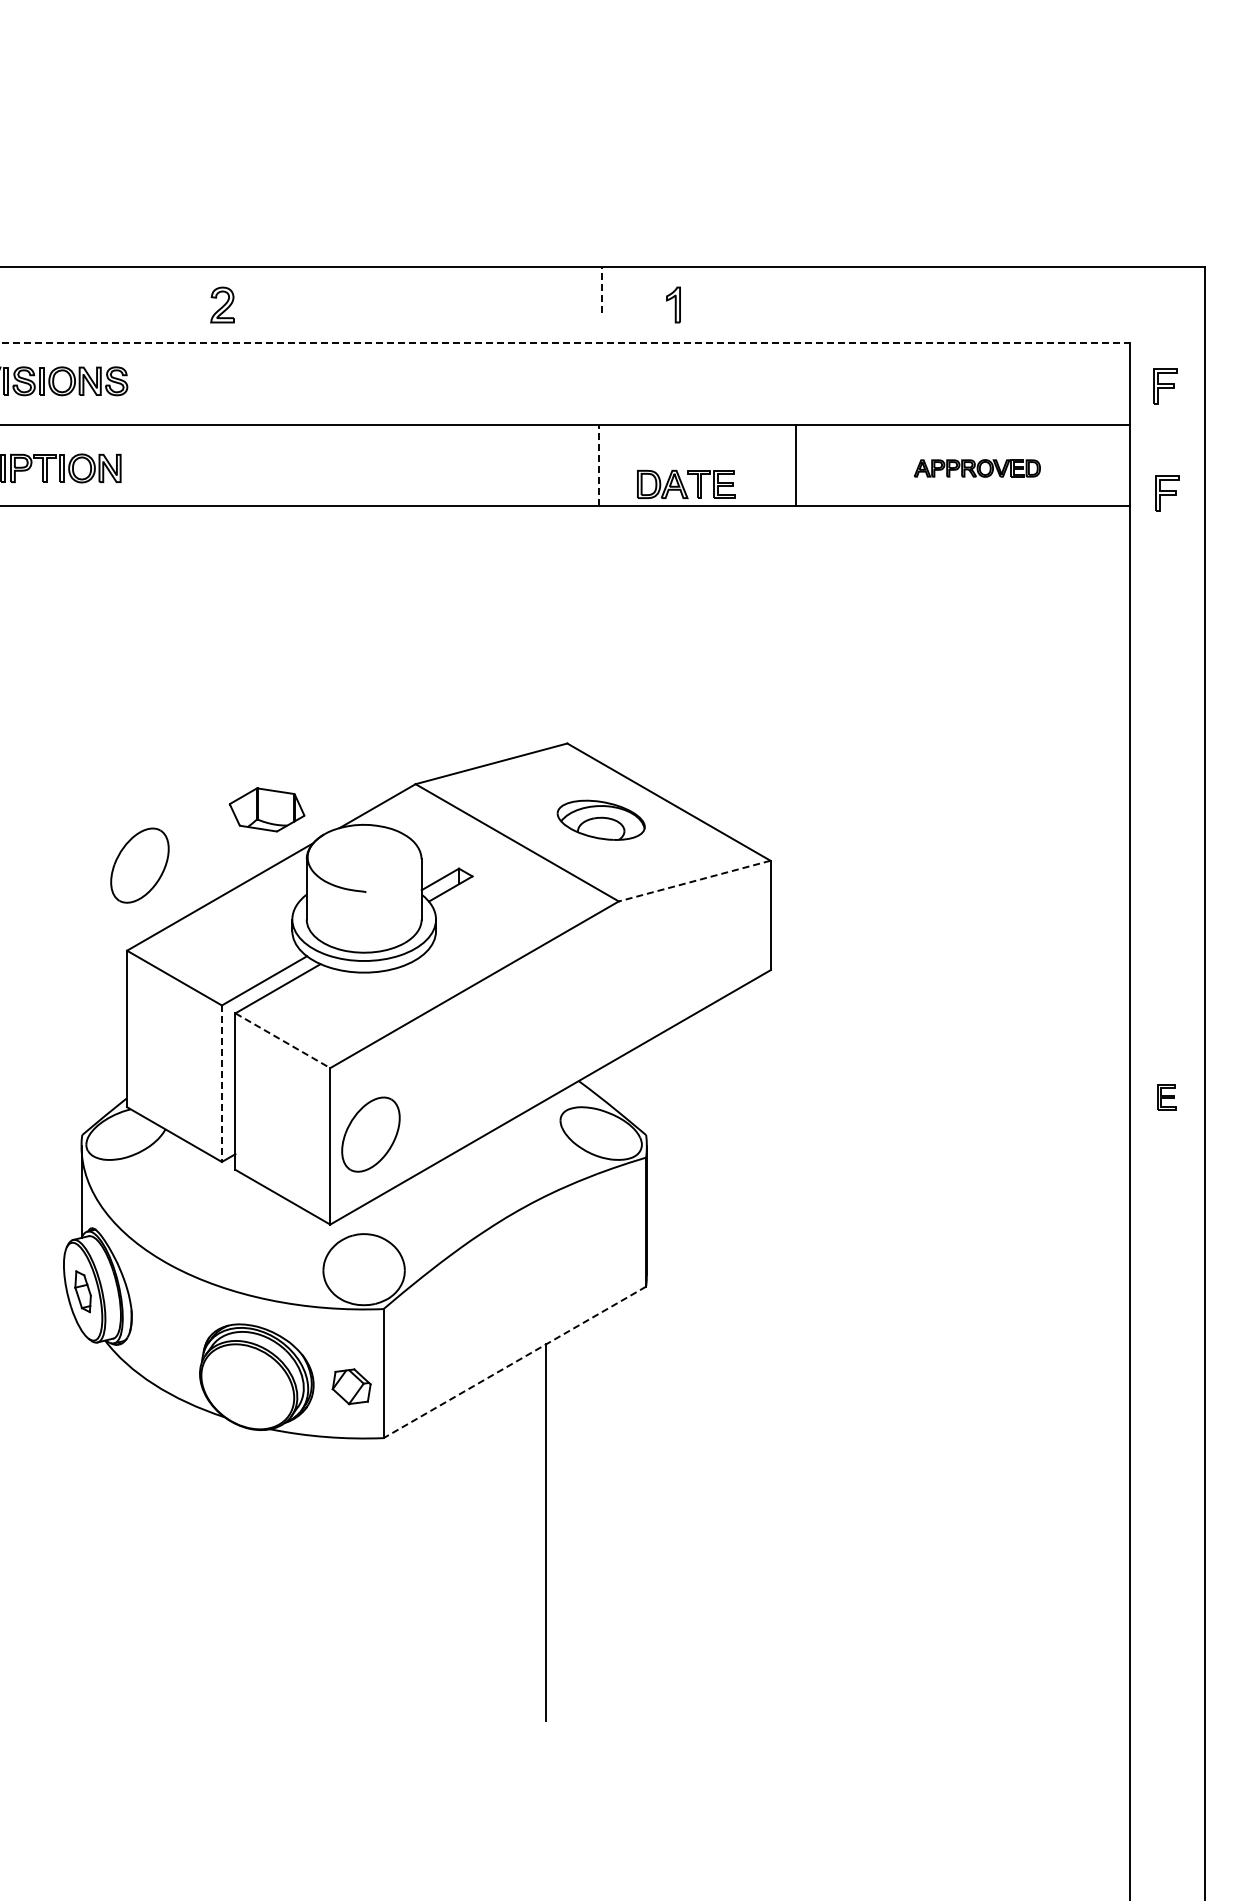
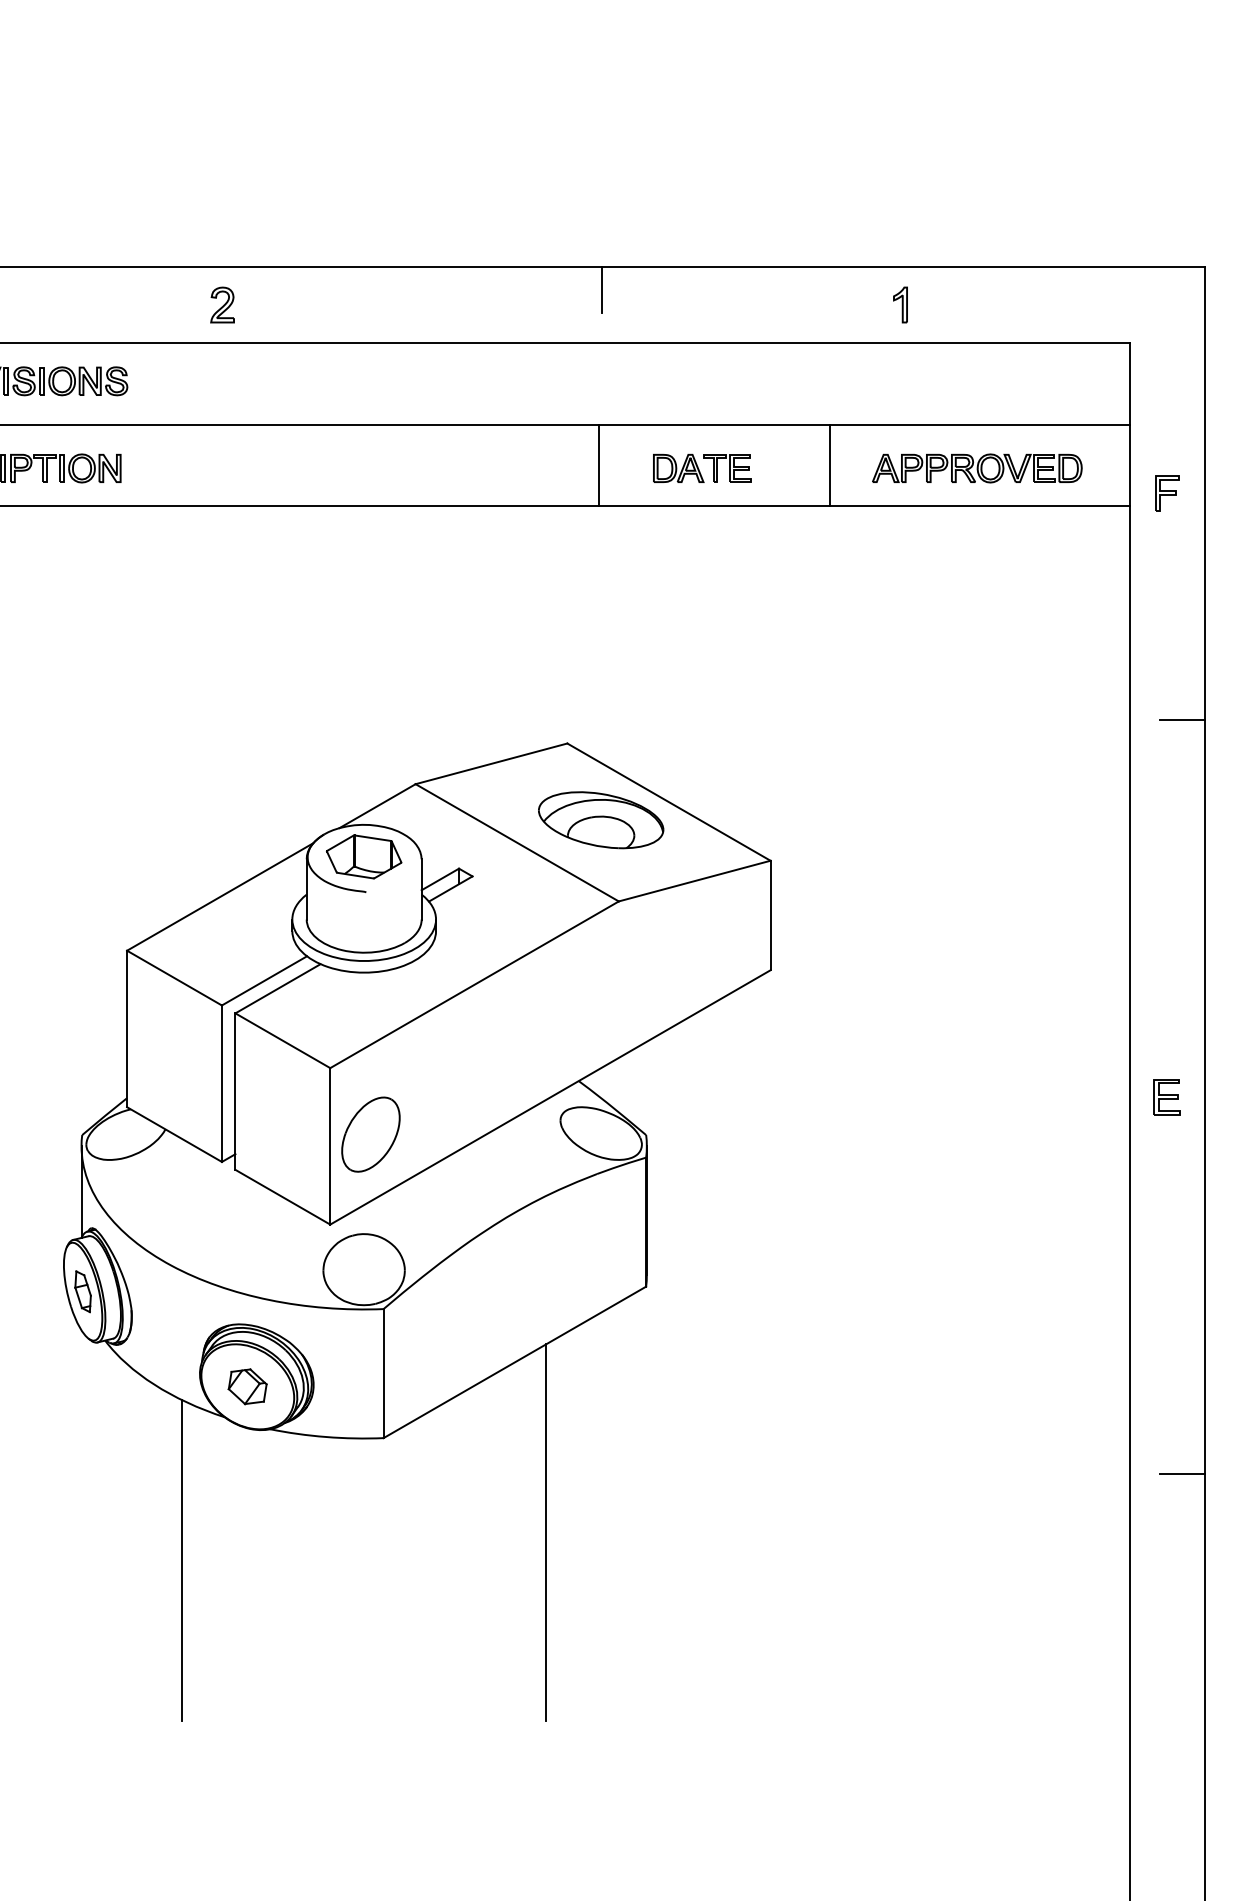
line at (601, 289): dashed -> solid
part at (673, 304) position: (673, 304) -> (900, 304)
line at (565, 342): dashed -> solid
part at (1165, 386): present -> none
line at (598, 465): dashed -> solid
line at (796, 465) position: (796, 465) -> (830, 465)
part at (977, 468) size: 127x19 px -> 211x31 px
part at (686, 483) position: (686, 483) -> (702, 467)
line at (1182, 719): none -> present
part at (267, 809) position: (267, 809) -> (364, 856)
part at (600, 819) size: 90x42 px -> 127x59 px
part at (139, 865): present -> none
line at (694, 881): dashed -> solid
line at (282, 1040): dashed -> solid
line at (221, 1084): dashed -> solid
part at (1166, 1097) size: 20x27 px -> 28x37 px
line at (514, 1362): dashed -> solid
part at (351, 1386) position: (351, 1386) -> (247, 1386)
line at (1182, 1474): none -> present
line at (182, 1560): none -> present
